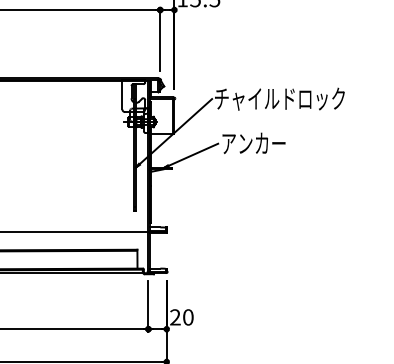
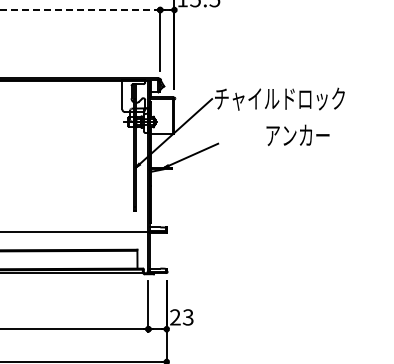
line at (78, 10): solid -> dashed
text at (253, 142) position: (253, 142) -> (297, 134)
text at (187, 317): 20 -> 23
